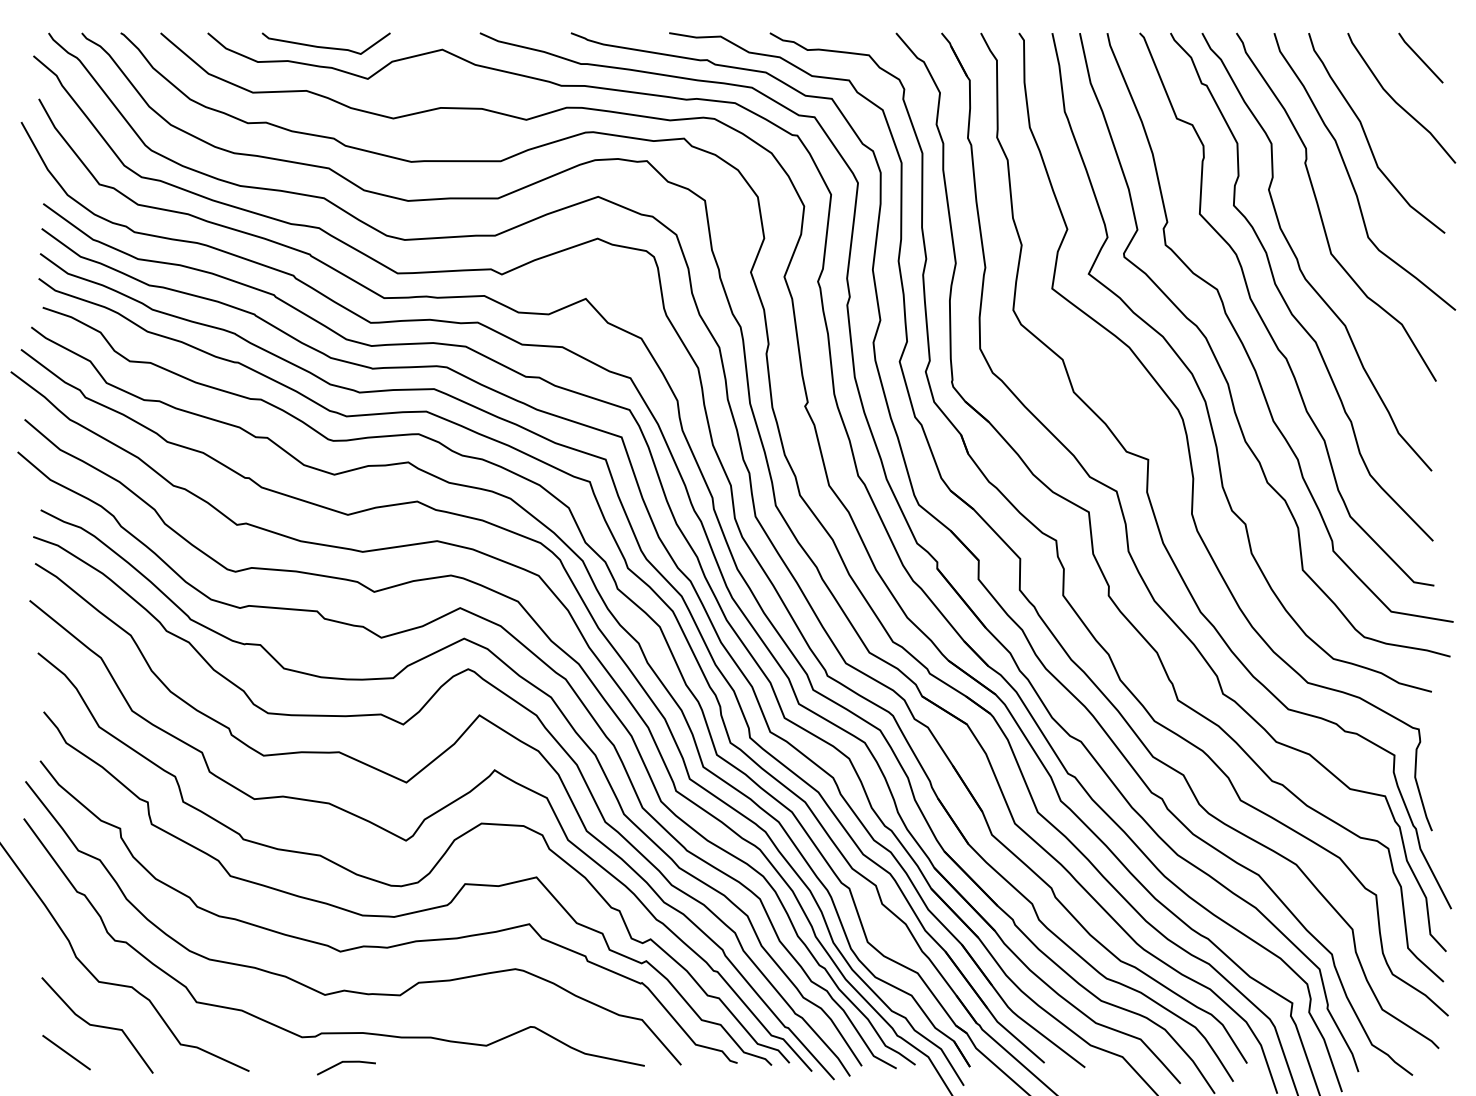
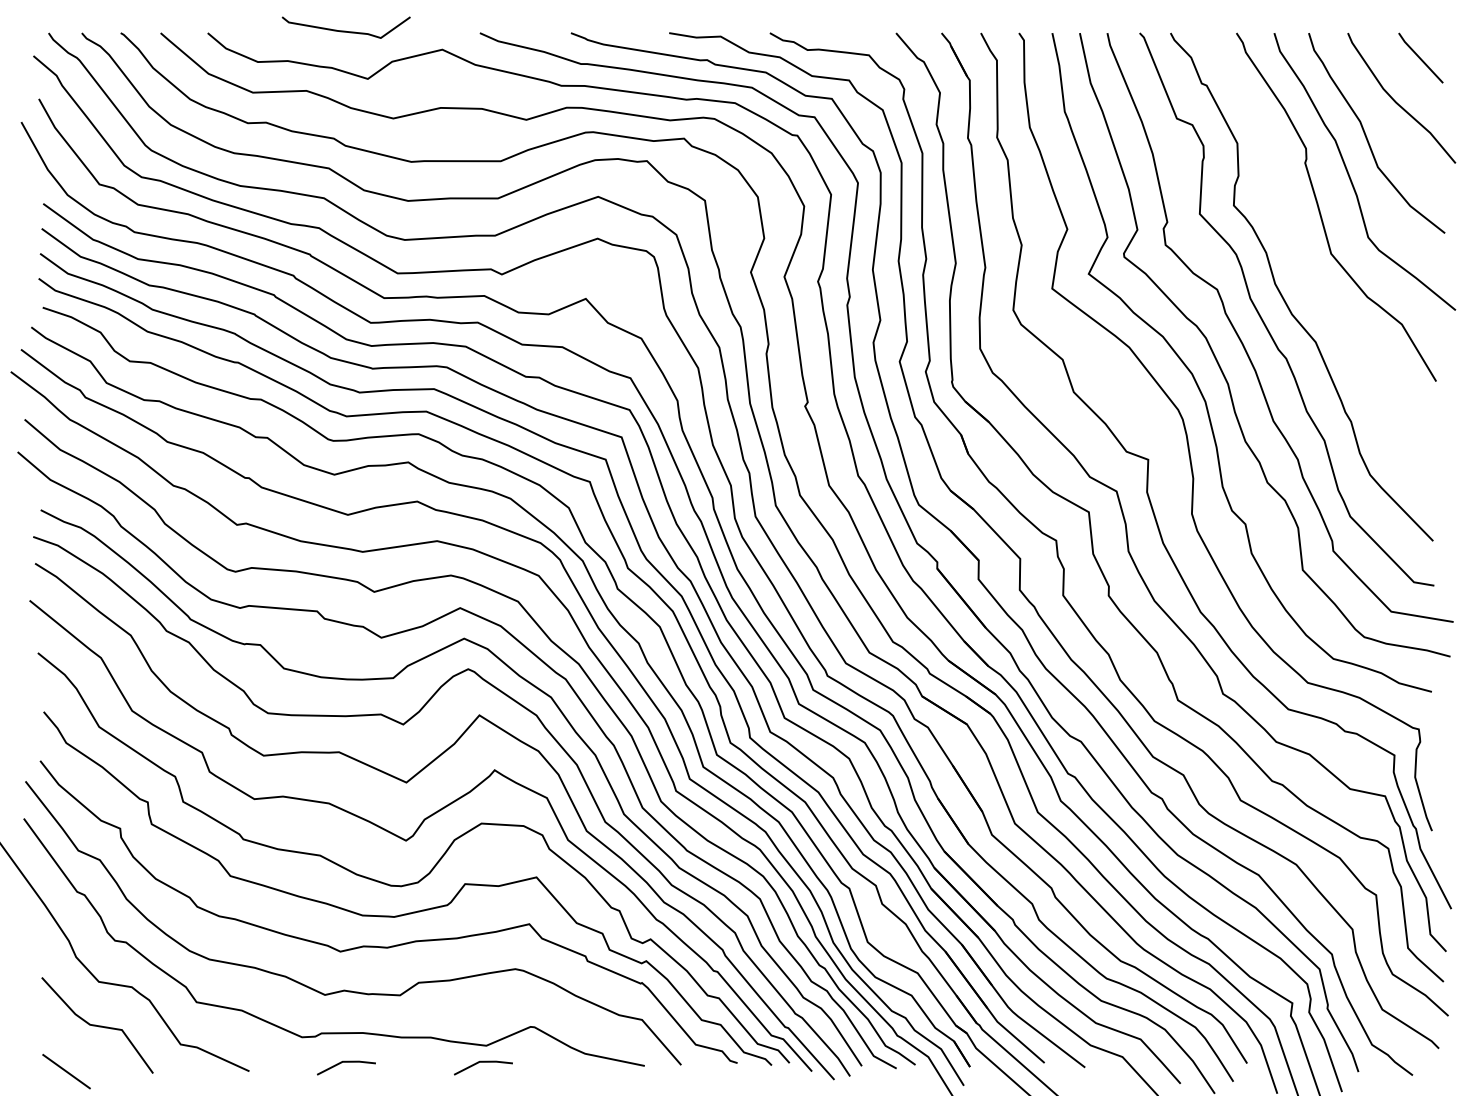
curve at (325, 46) position: (325, 46) -> (345, 30)
curve at (1298, 259): present -> none
line at (66, 1052) position: (66, 1052) -> (66, 1071)
line at (483, 1062): none -> present
